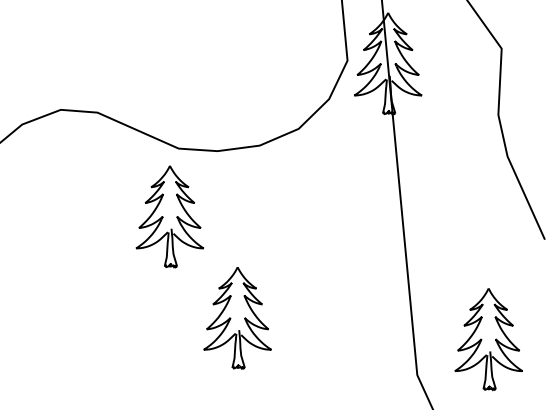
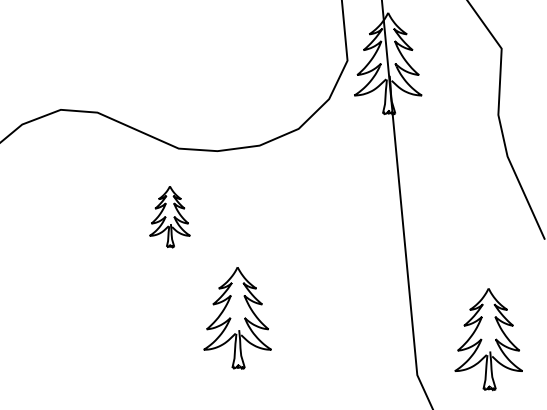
part at (169, 216) size: 70x104 px -> 42x63 px
